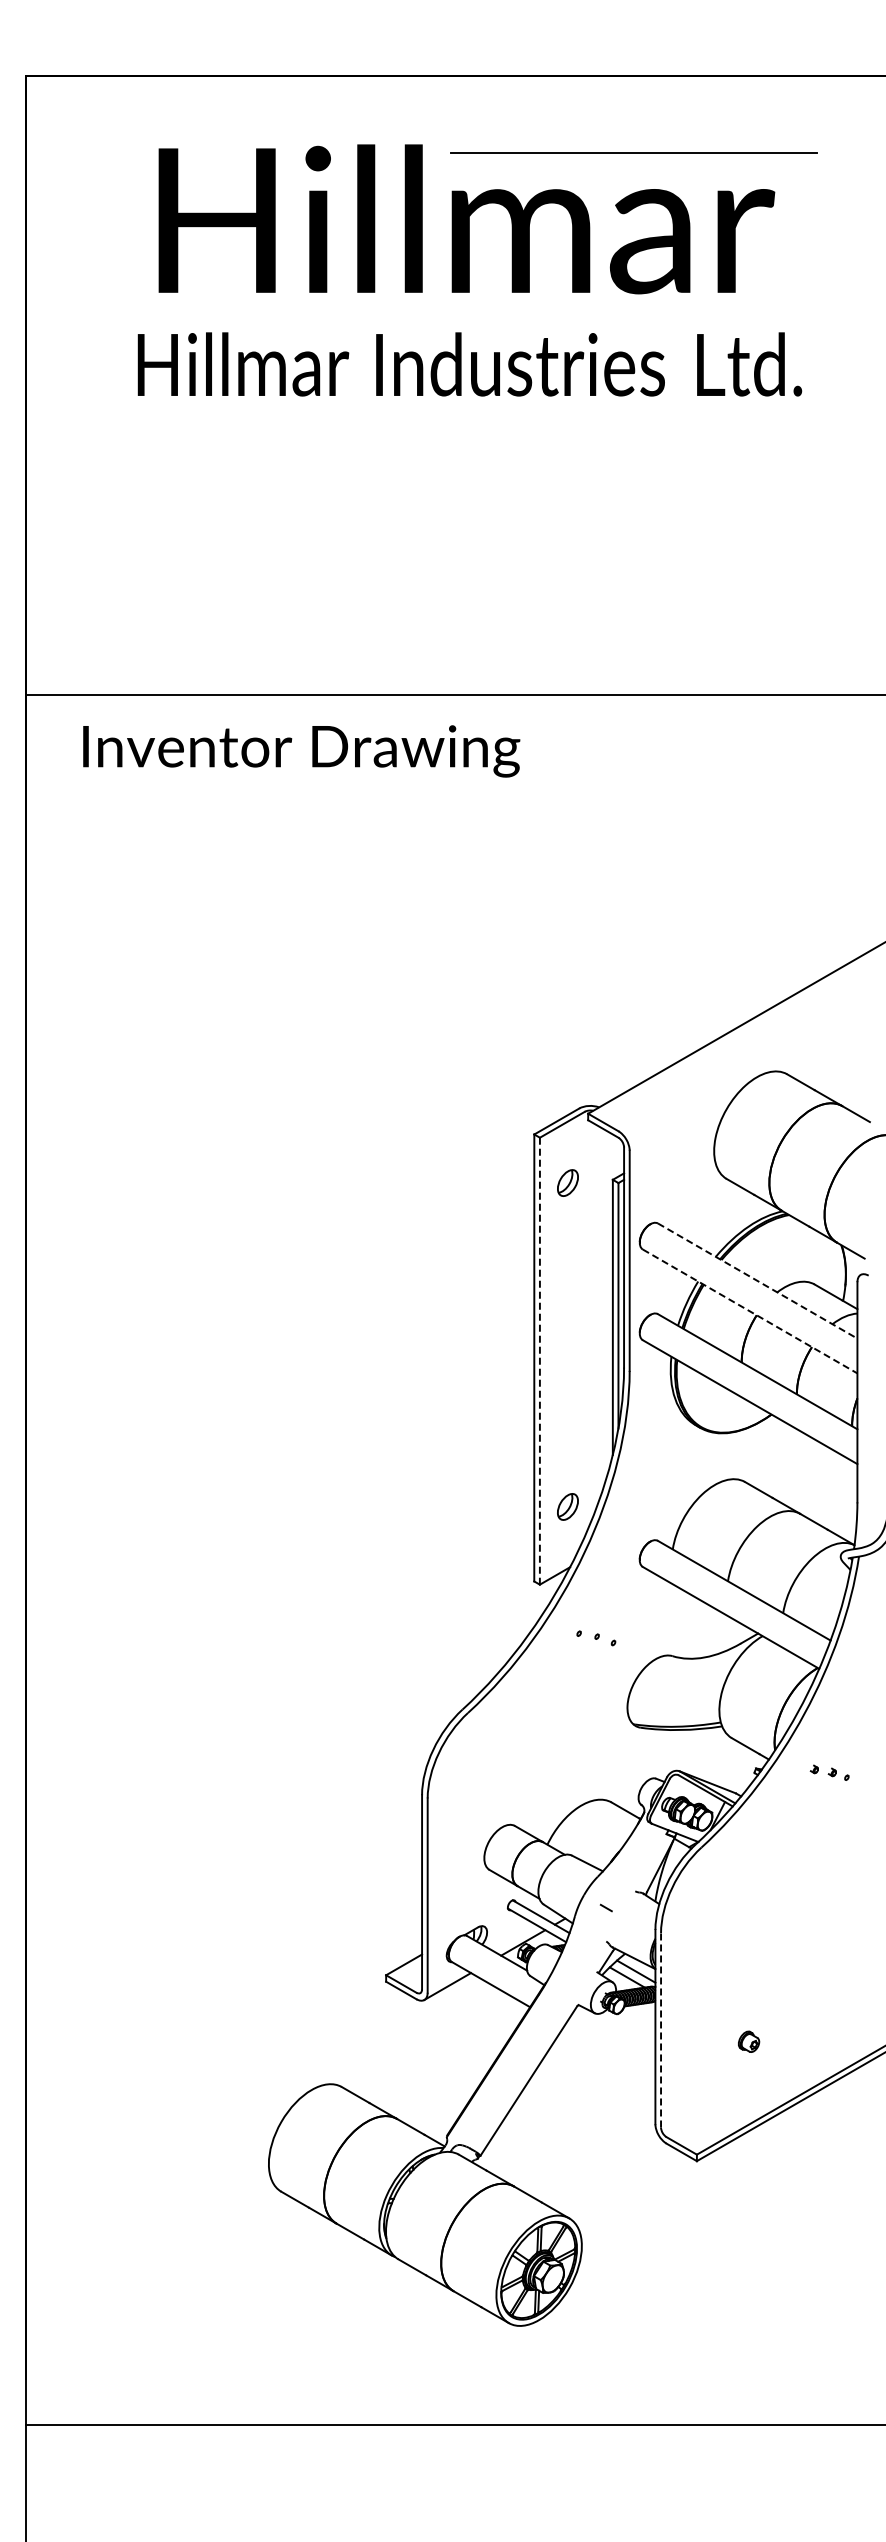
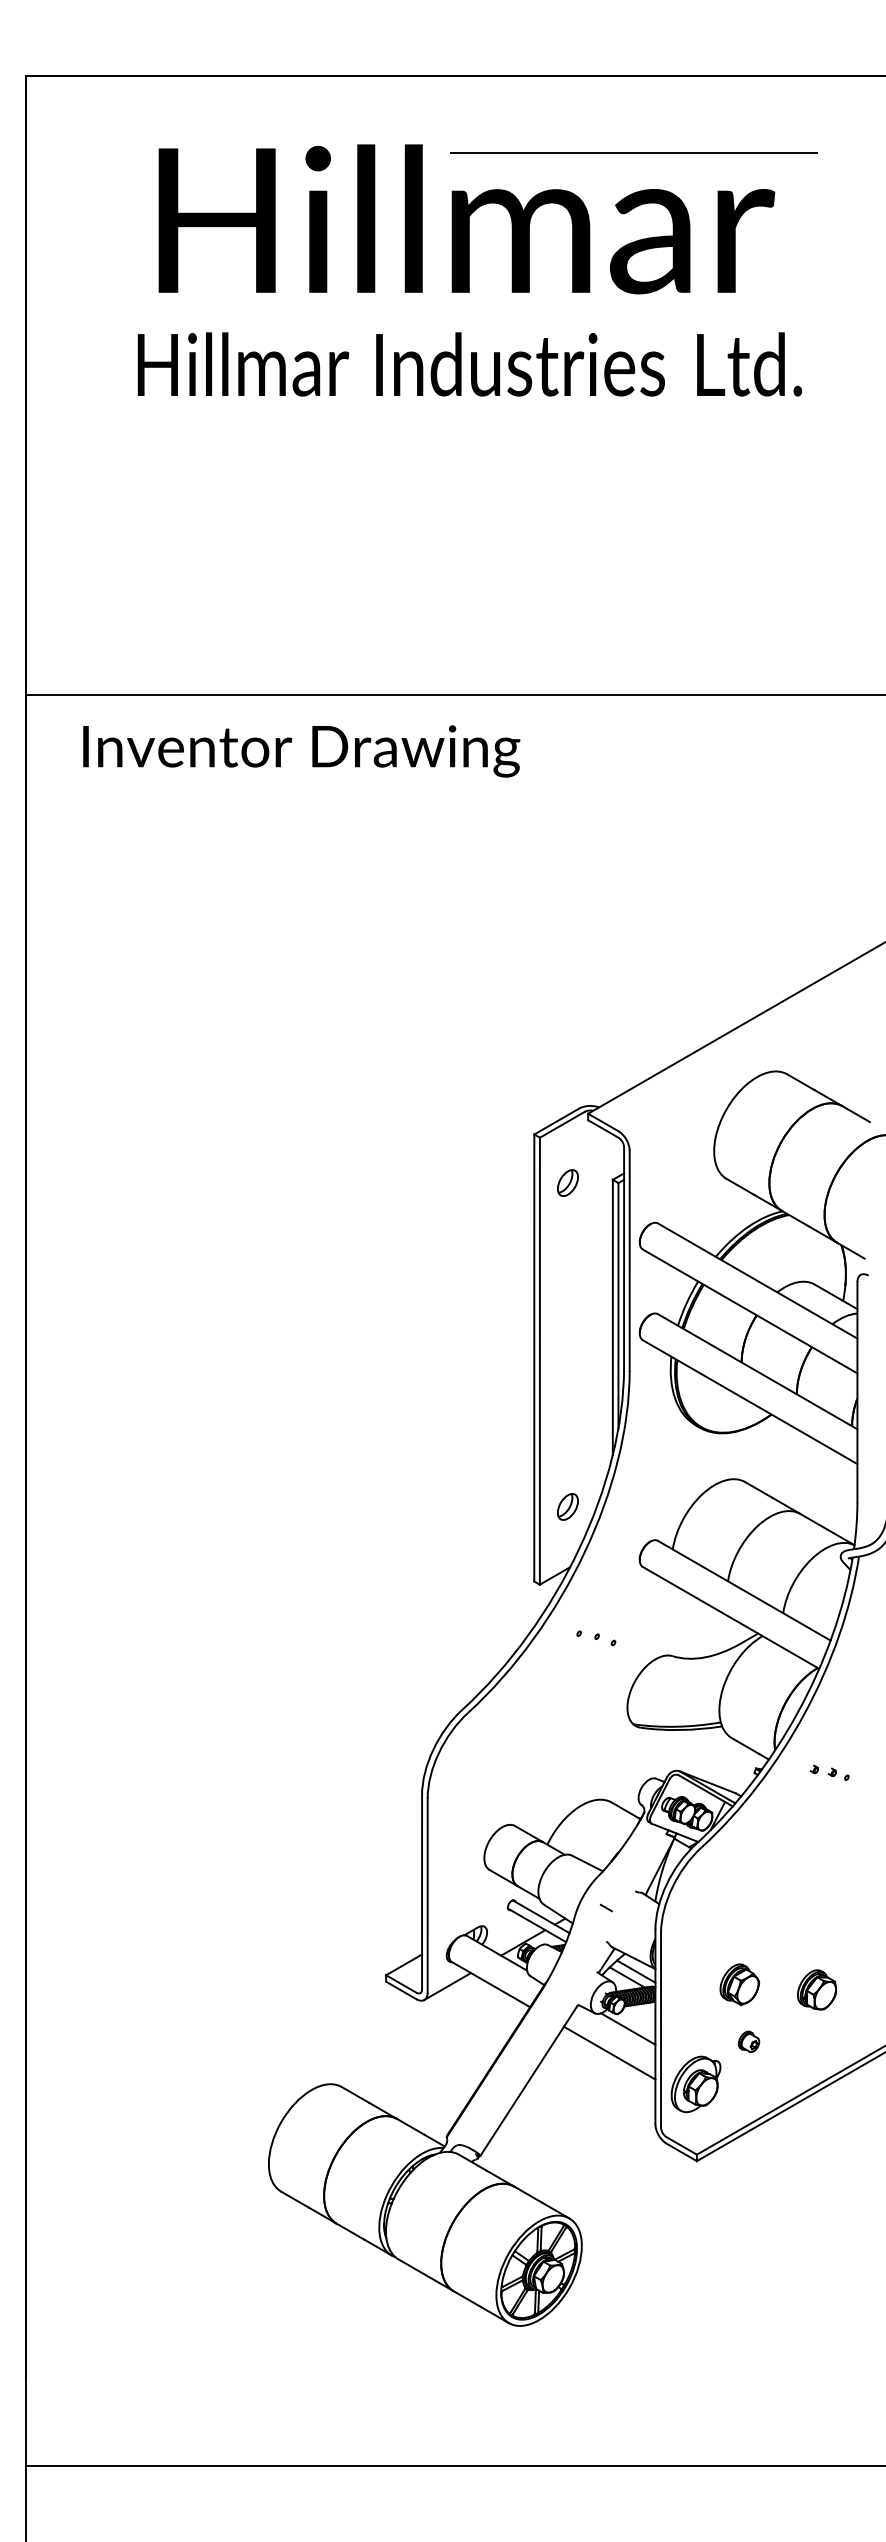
line at (758, 1281): dashed -> solid
line at (750, 1311): dashed -> solid
line at (539, 1361): dashed -> solid
part at (739, 1984): none -> present
part at (816, 1989): none -> present
line at (628, 2028): none -> present
line at (661, 2029): dashed -> solid
line at (609, 2052): none -> present
part at (695, 2084): none -> present
line at (454, 2424) position: (454, 2424) -> (454, 2465)
